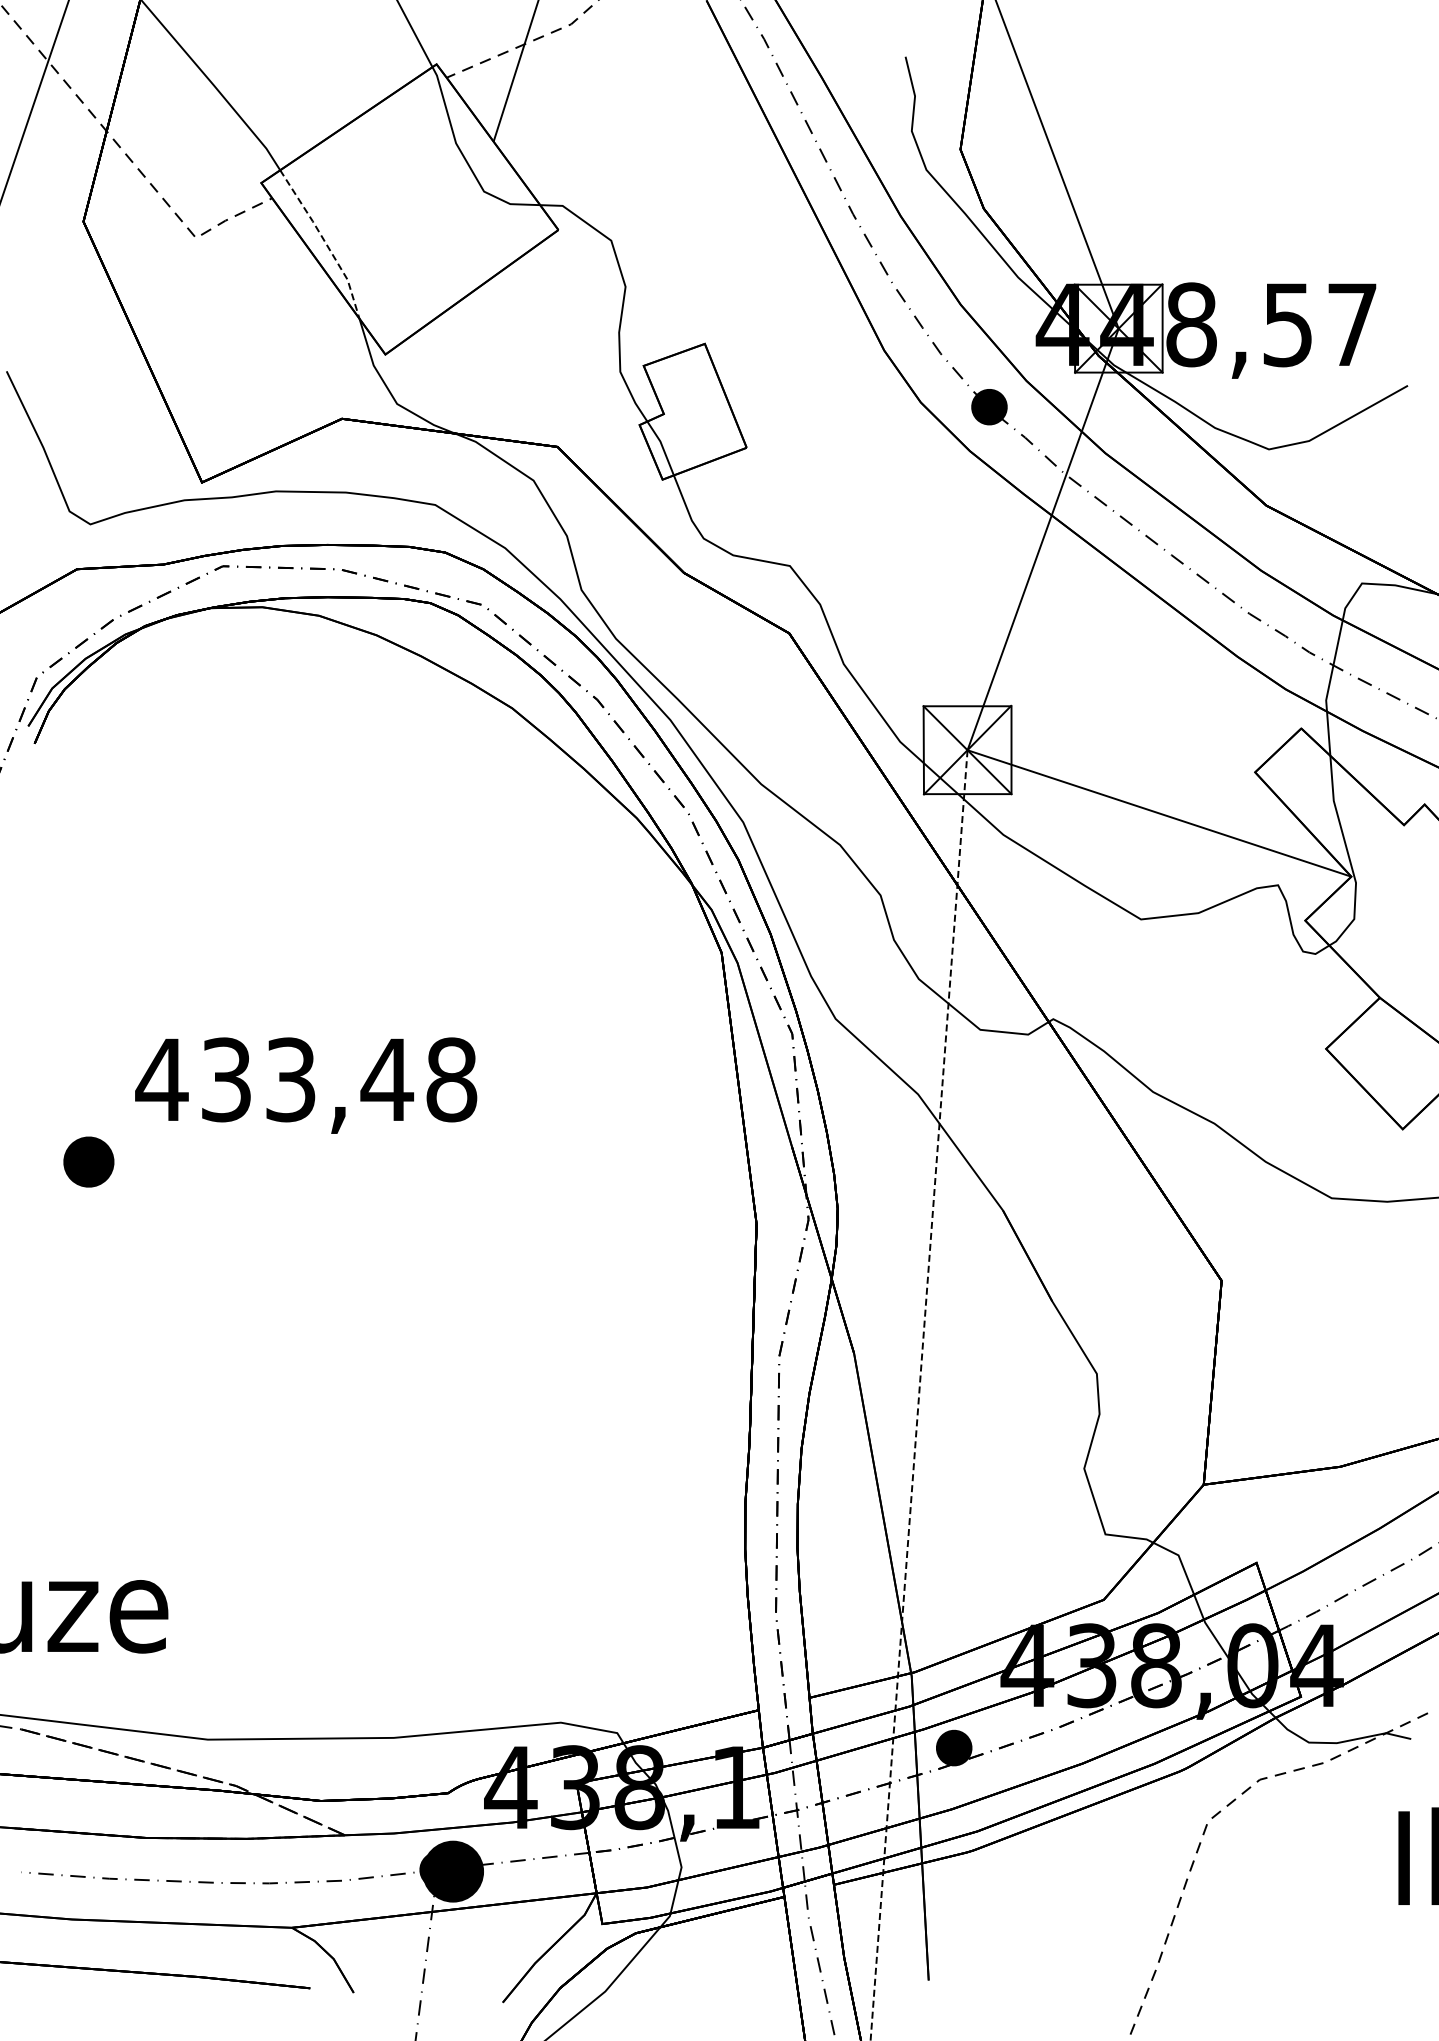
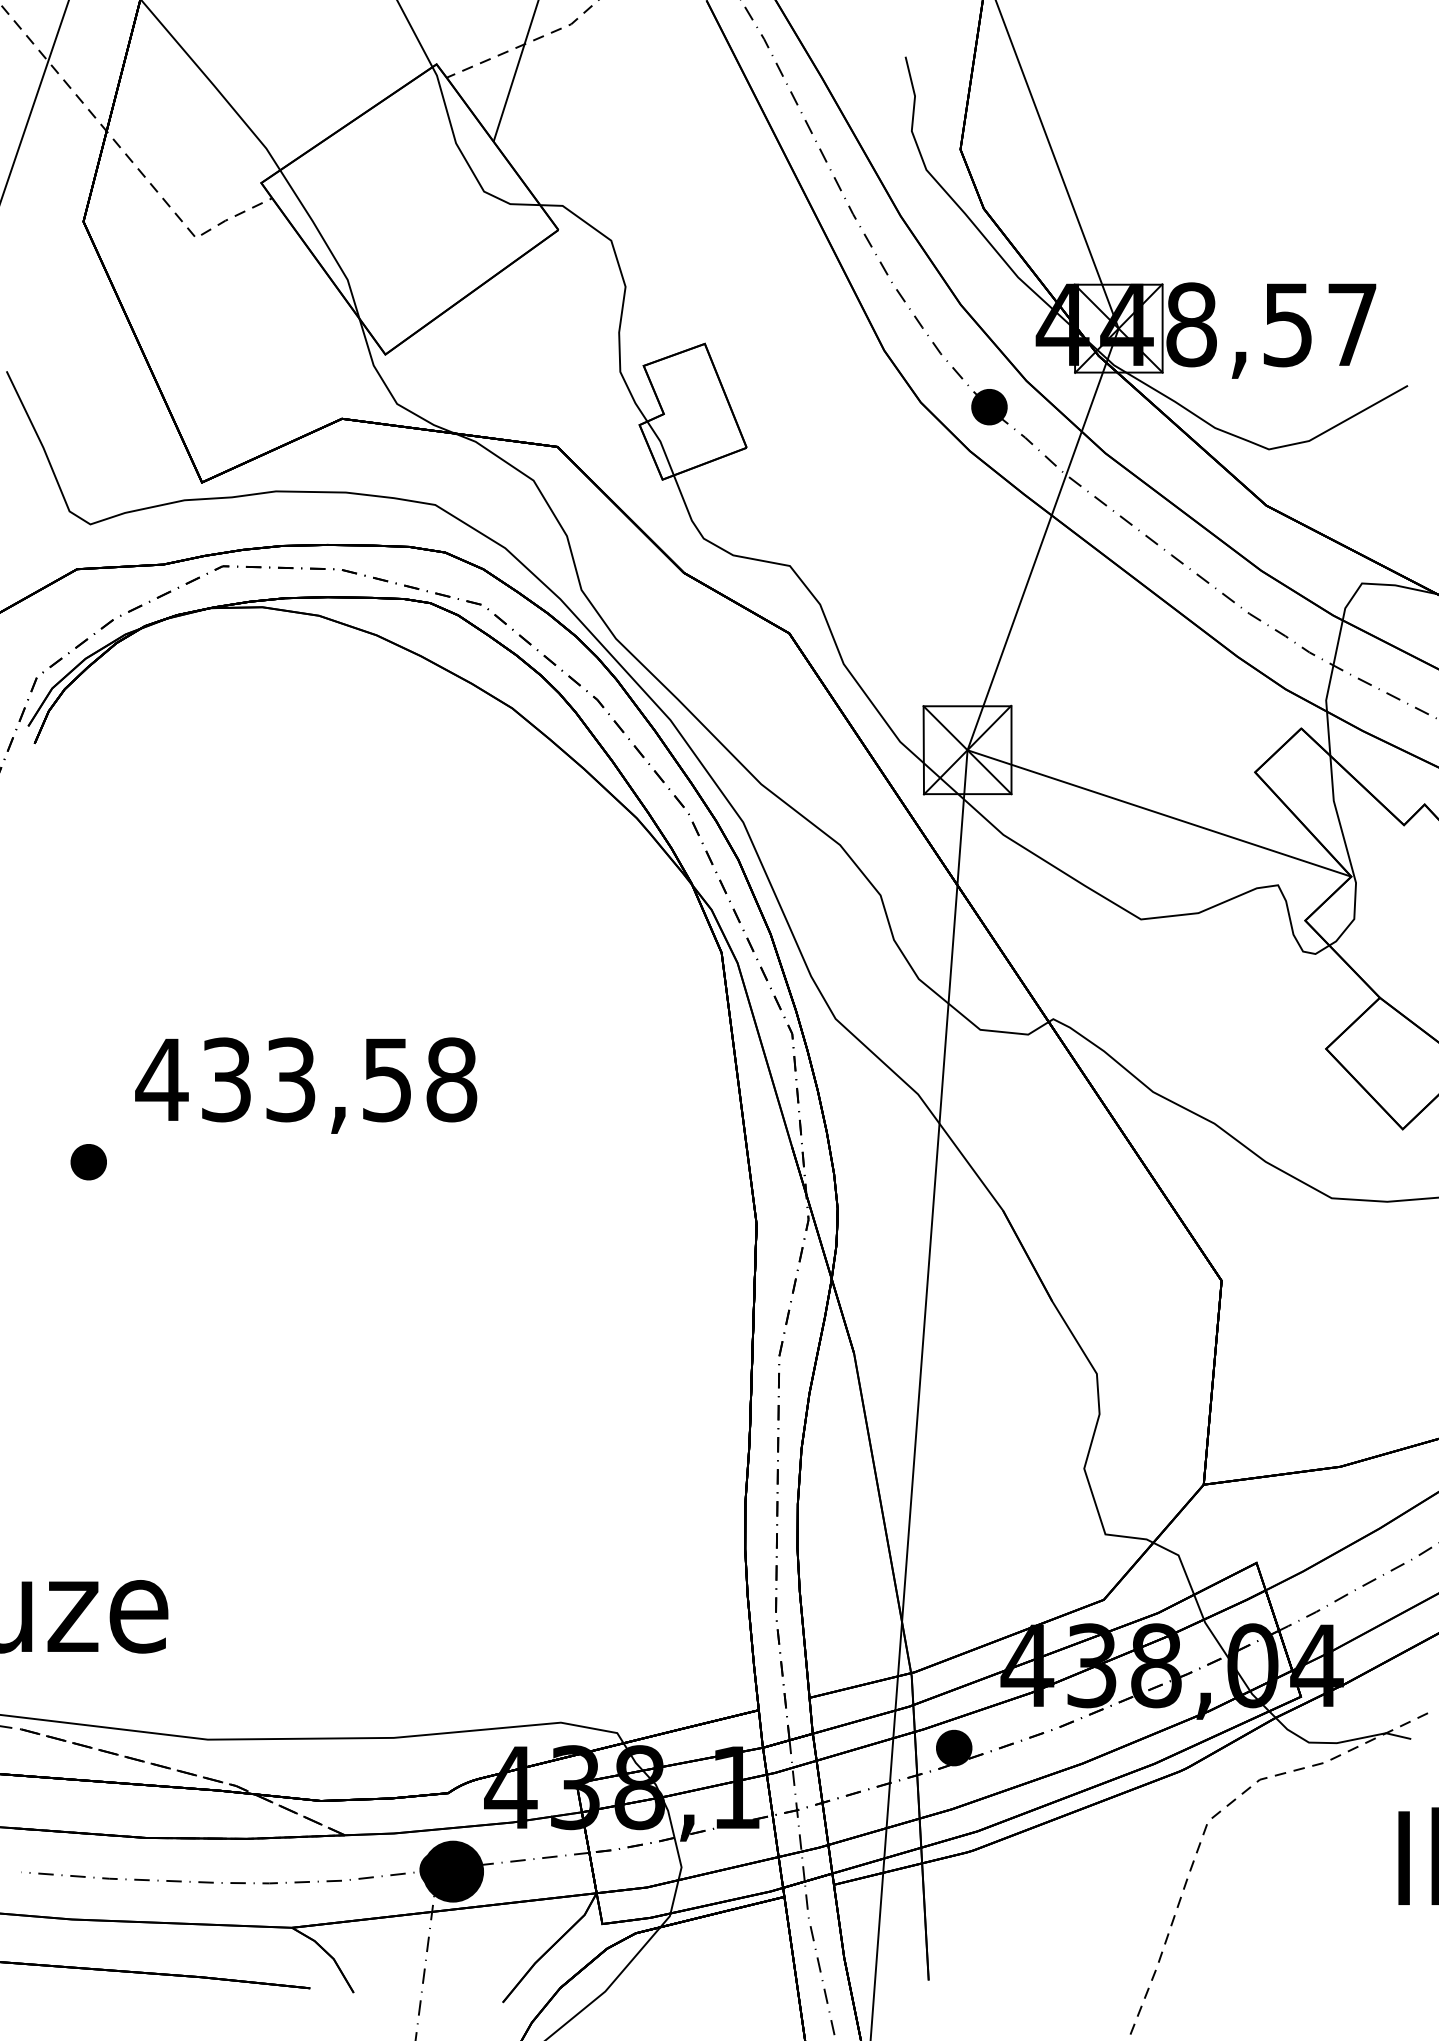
line at (325, 242): dashed -> solid
text at (387, 1080): 433,48 -> 433,58
part at (88, 1161) size: 52x52 px -> 37x37 px
line at (919, 1395): dashed -> solid
